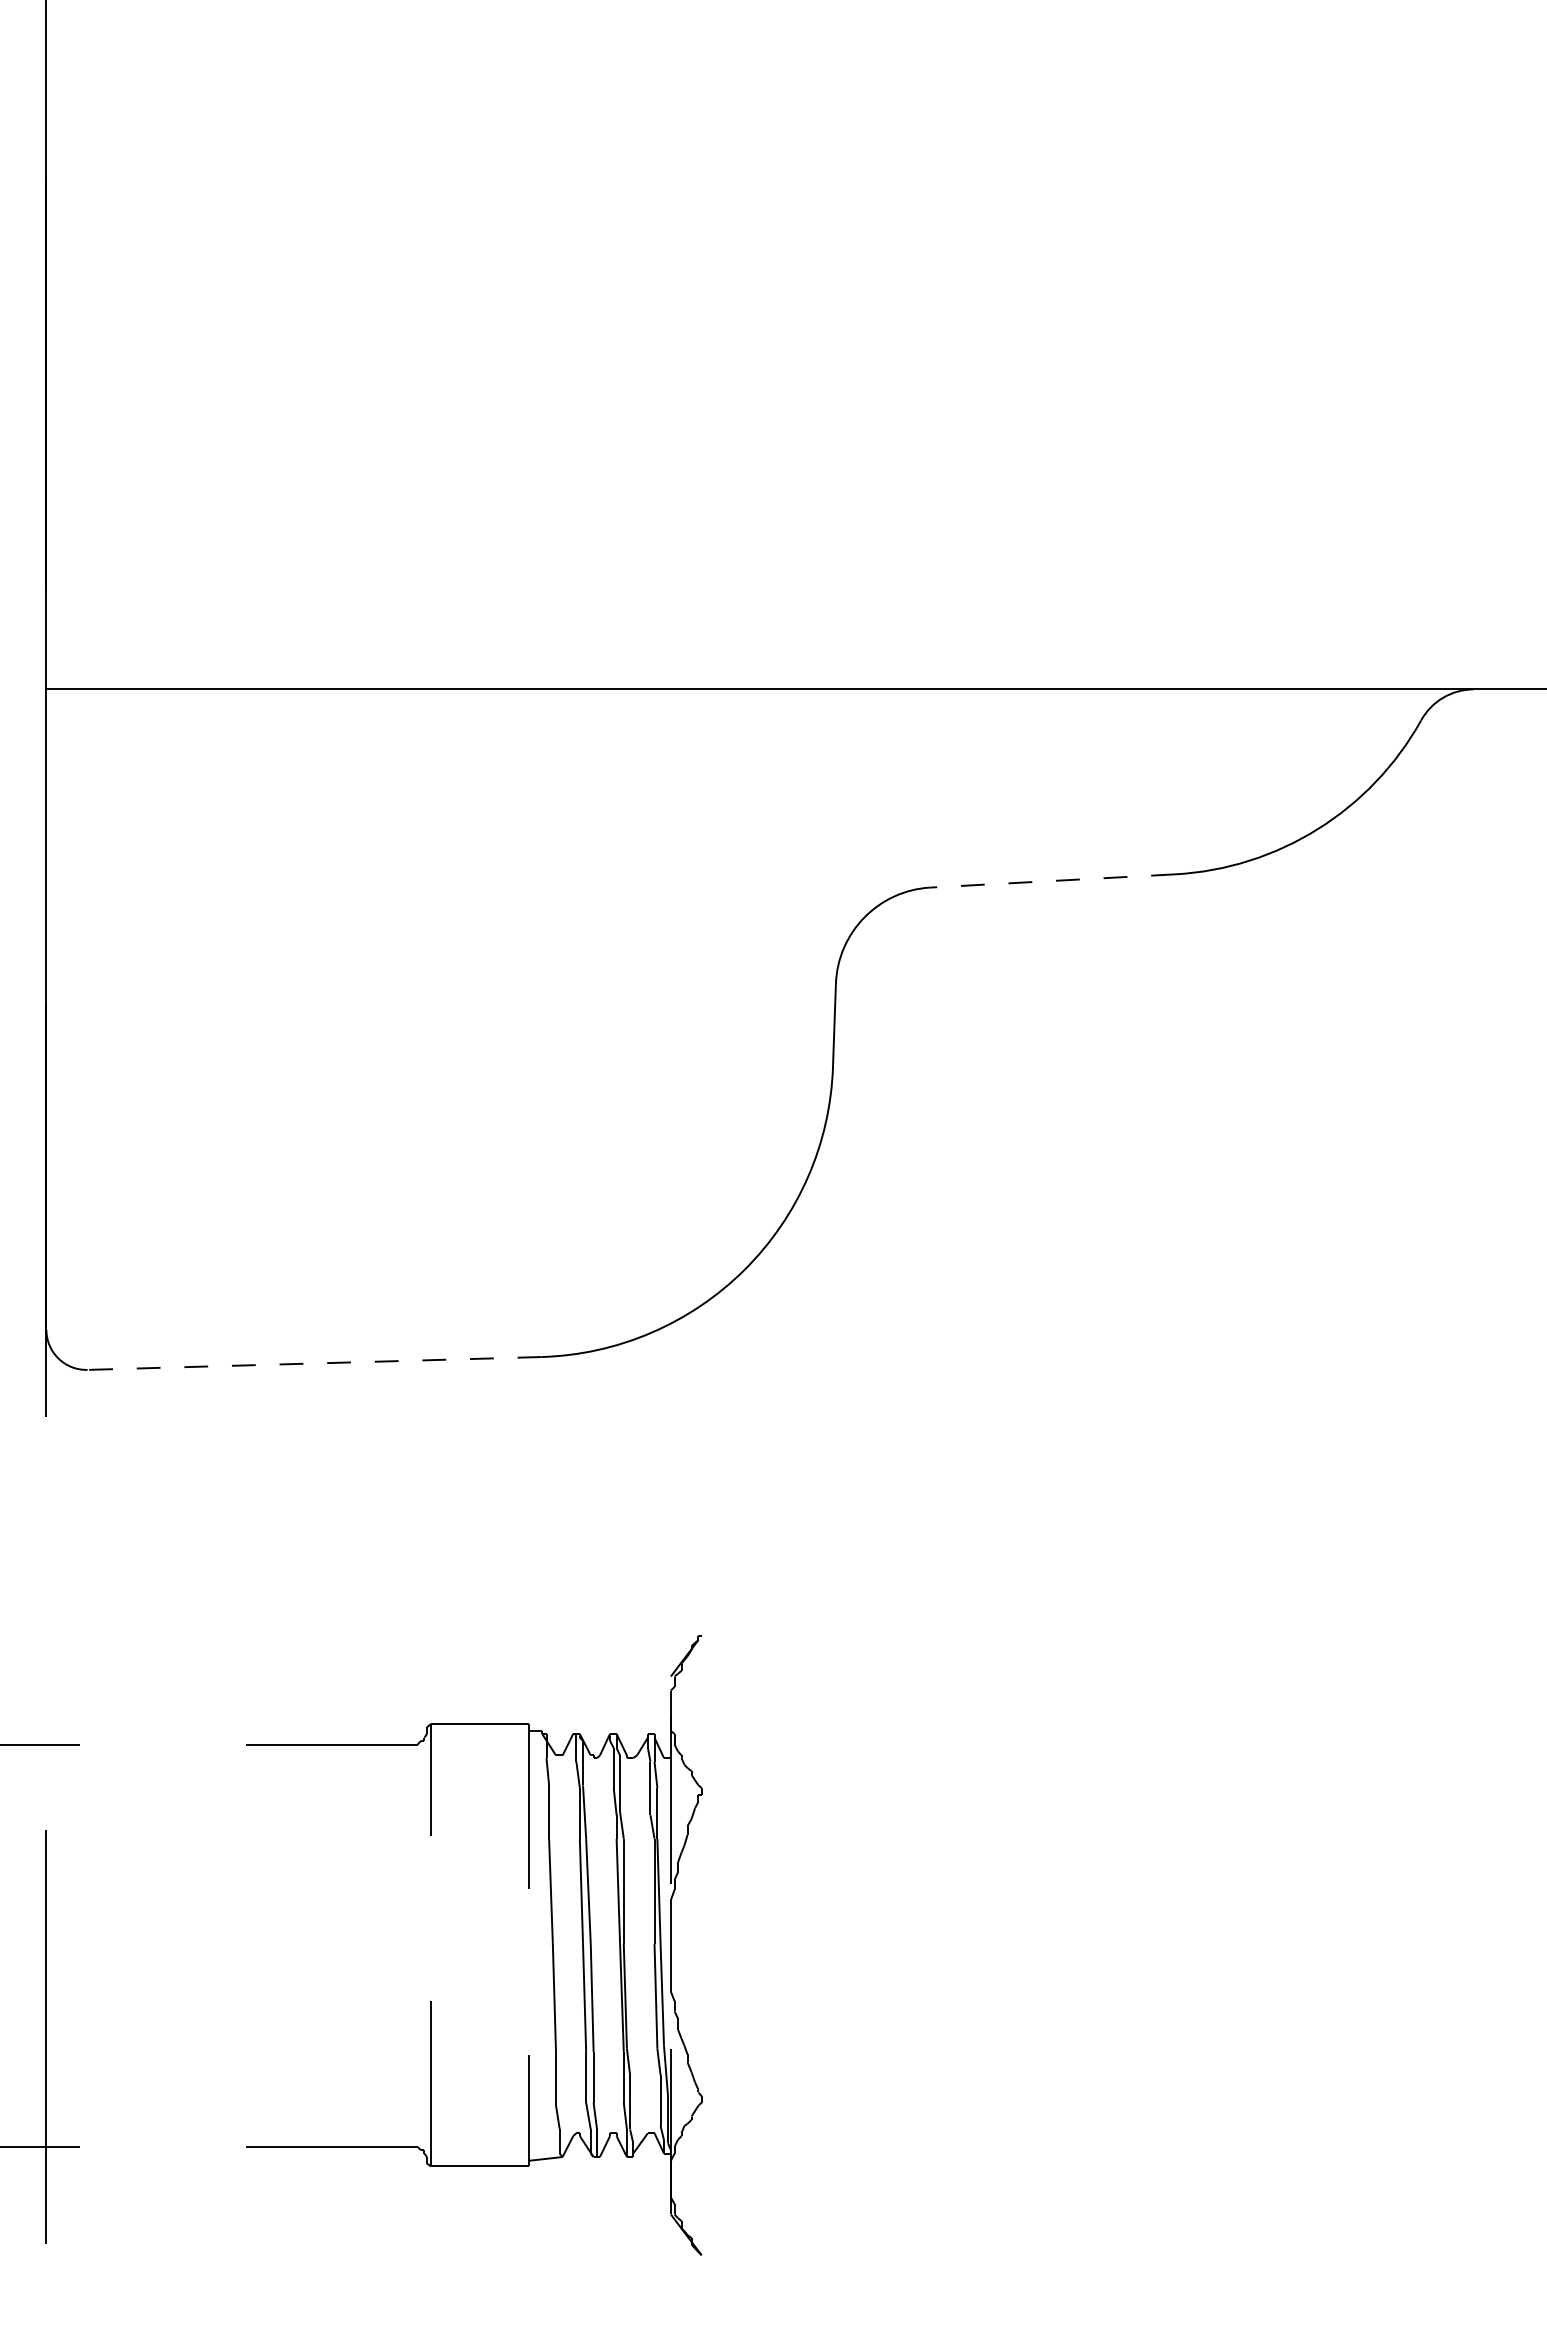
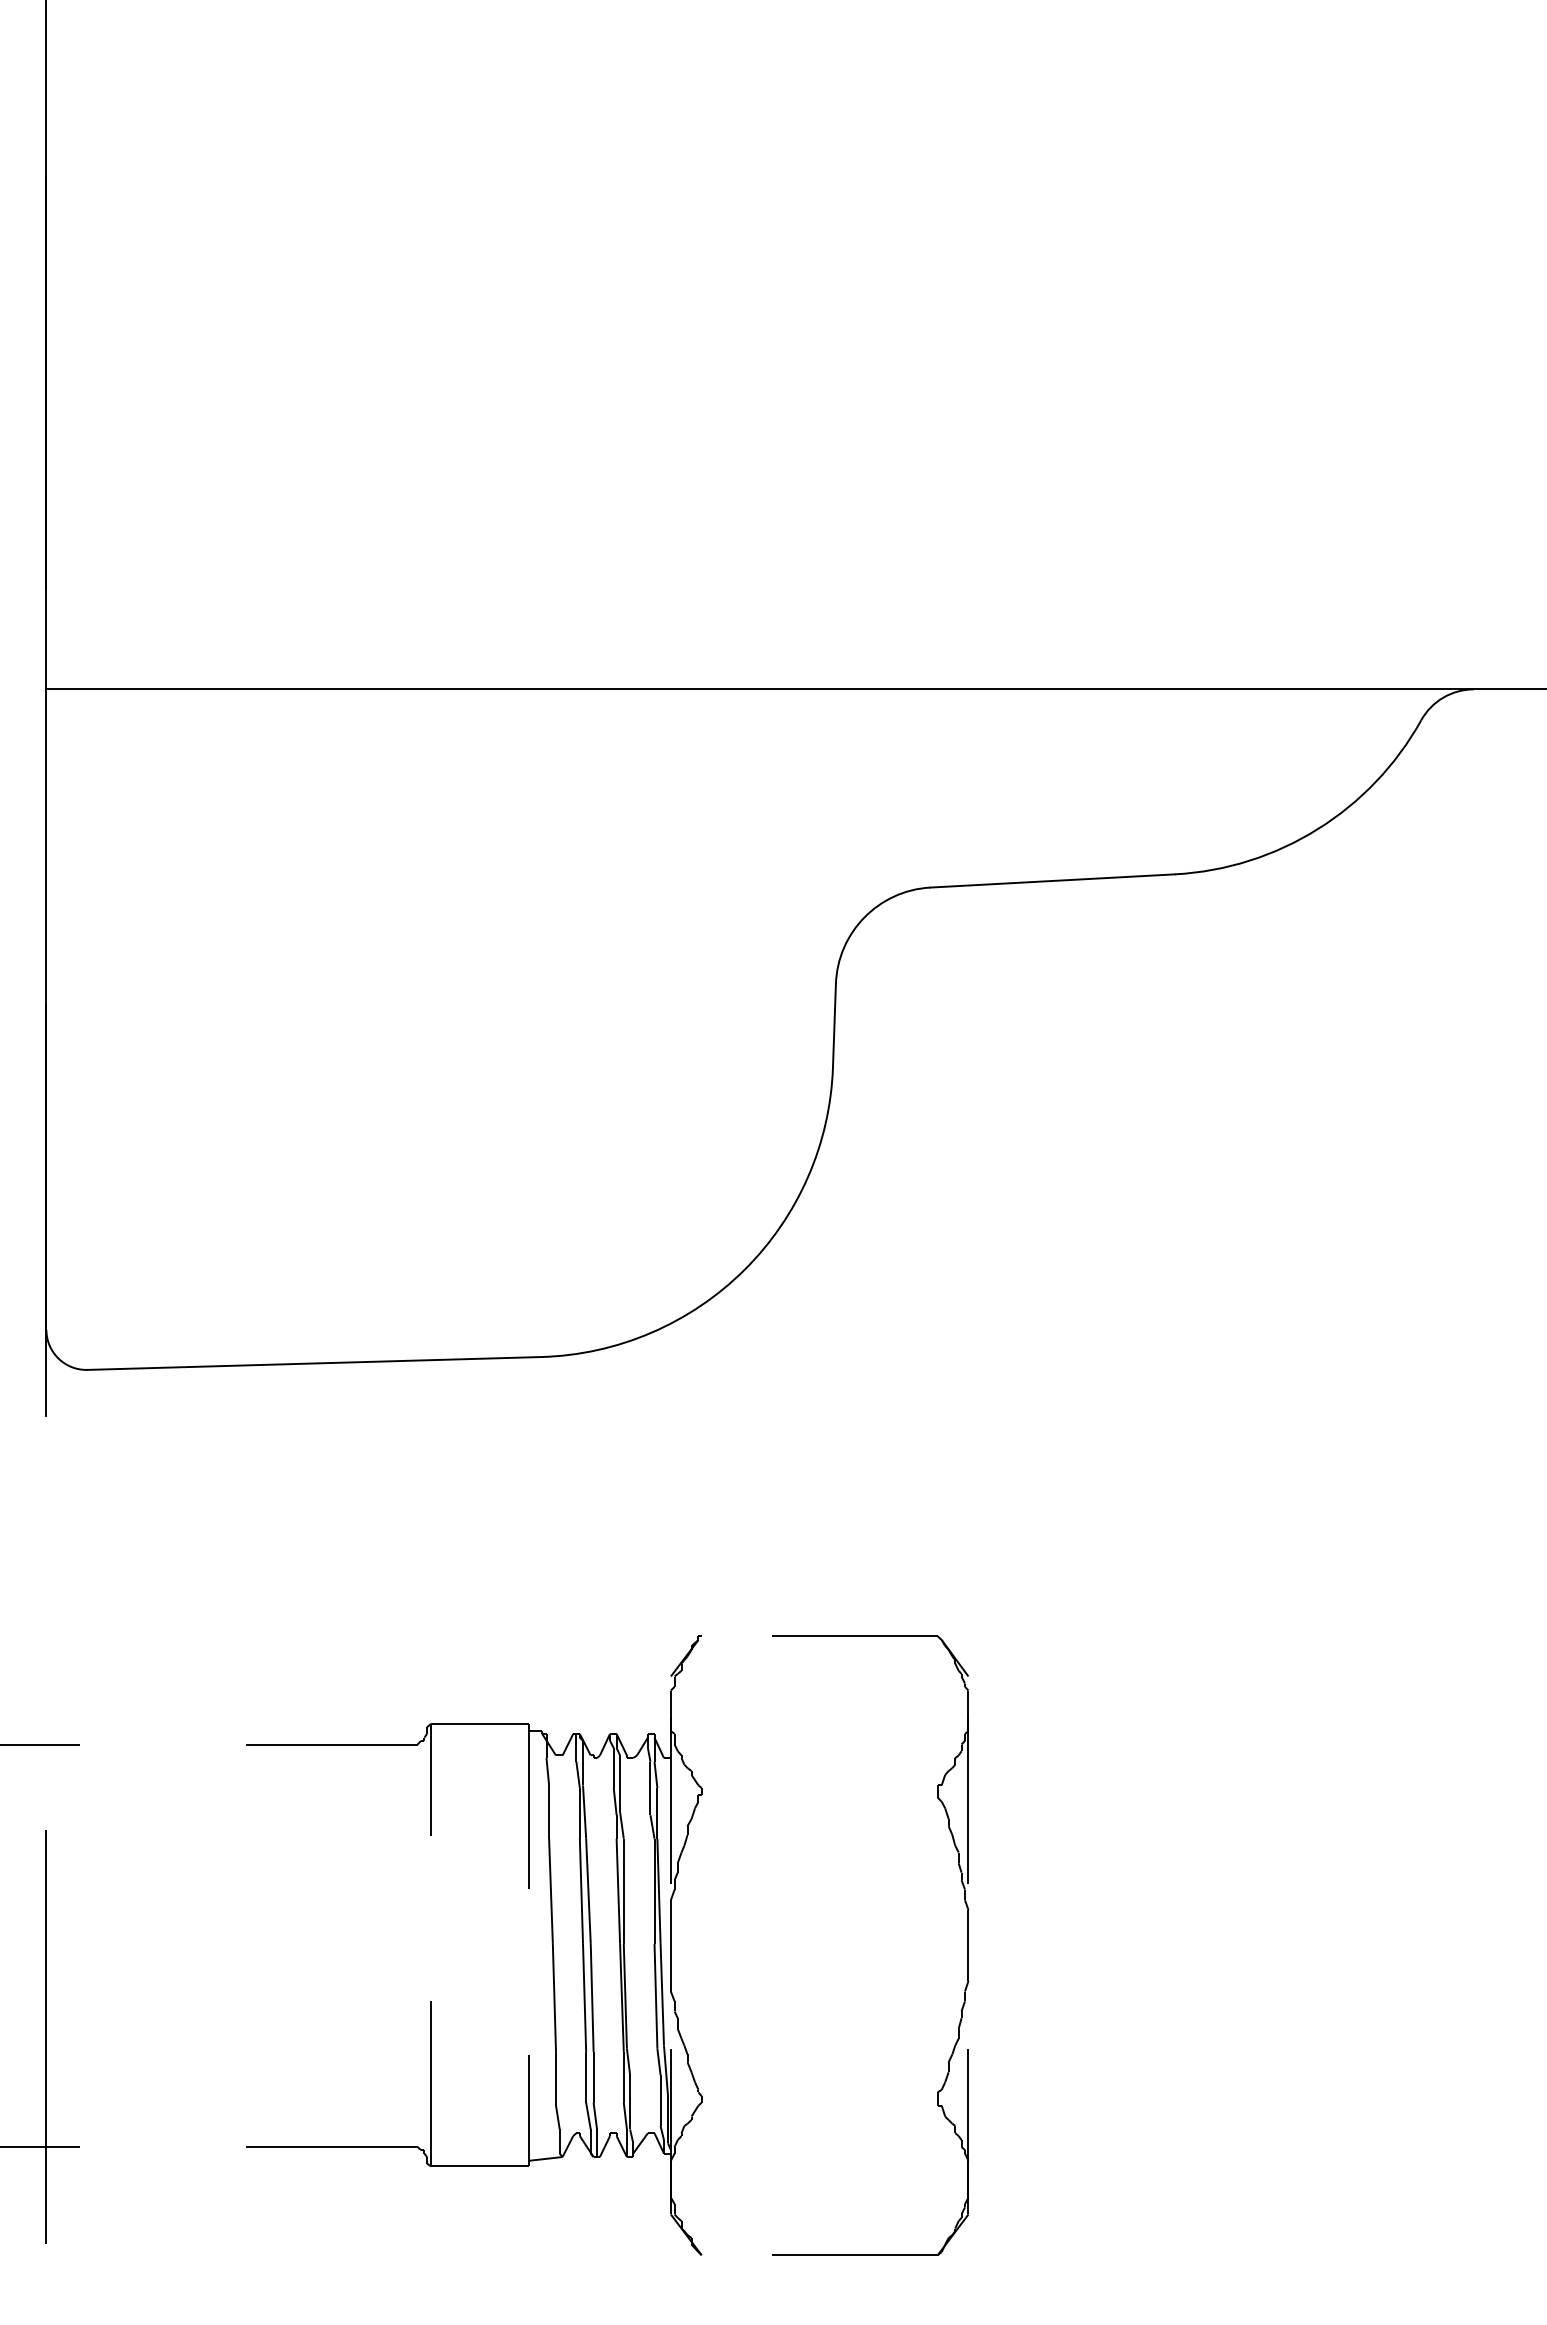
line at (1052, 880): dashed -> solid
line at (314, 1363): dashed -> solid
part at (967, 1945): none -> present
